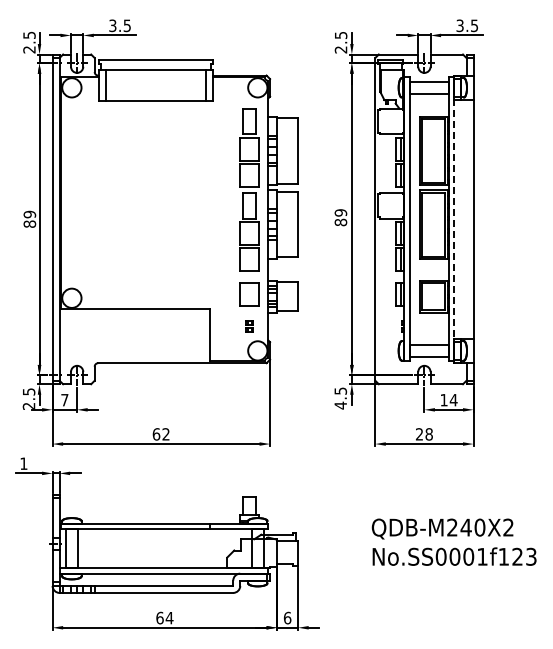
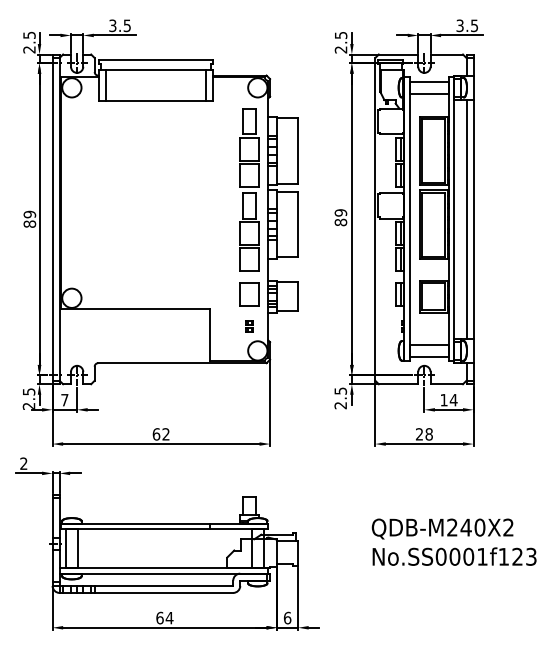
line at (454, 219): dashed -> solid
line at (466, 219): none -> present
text at (340, 405): 4.5 -> 2.5
text at (23, 463): 1 -> 2
